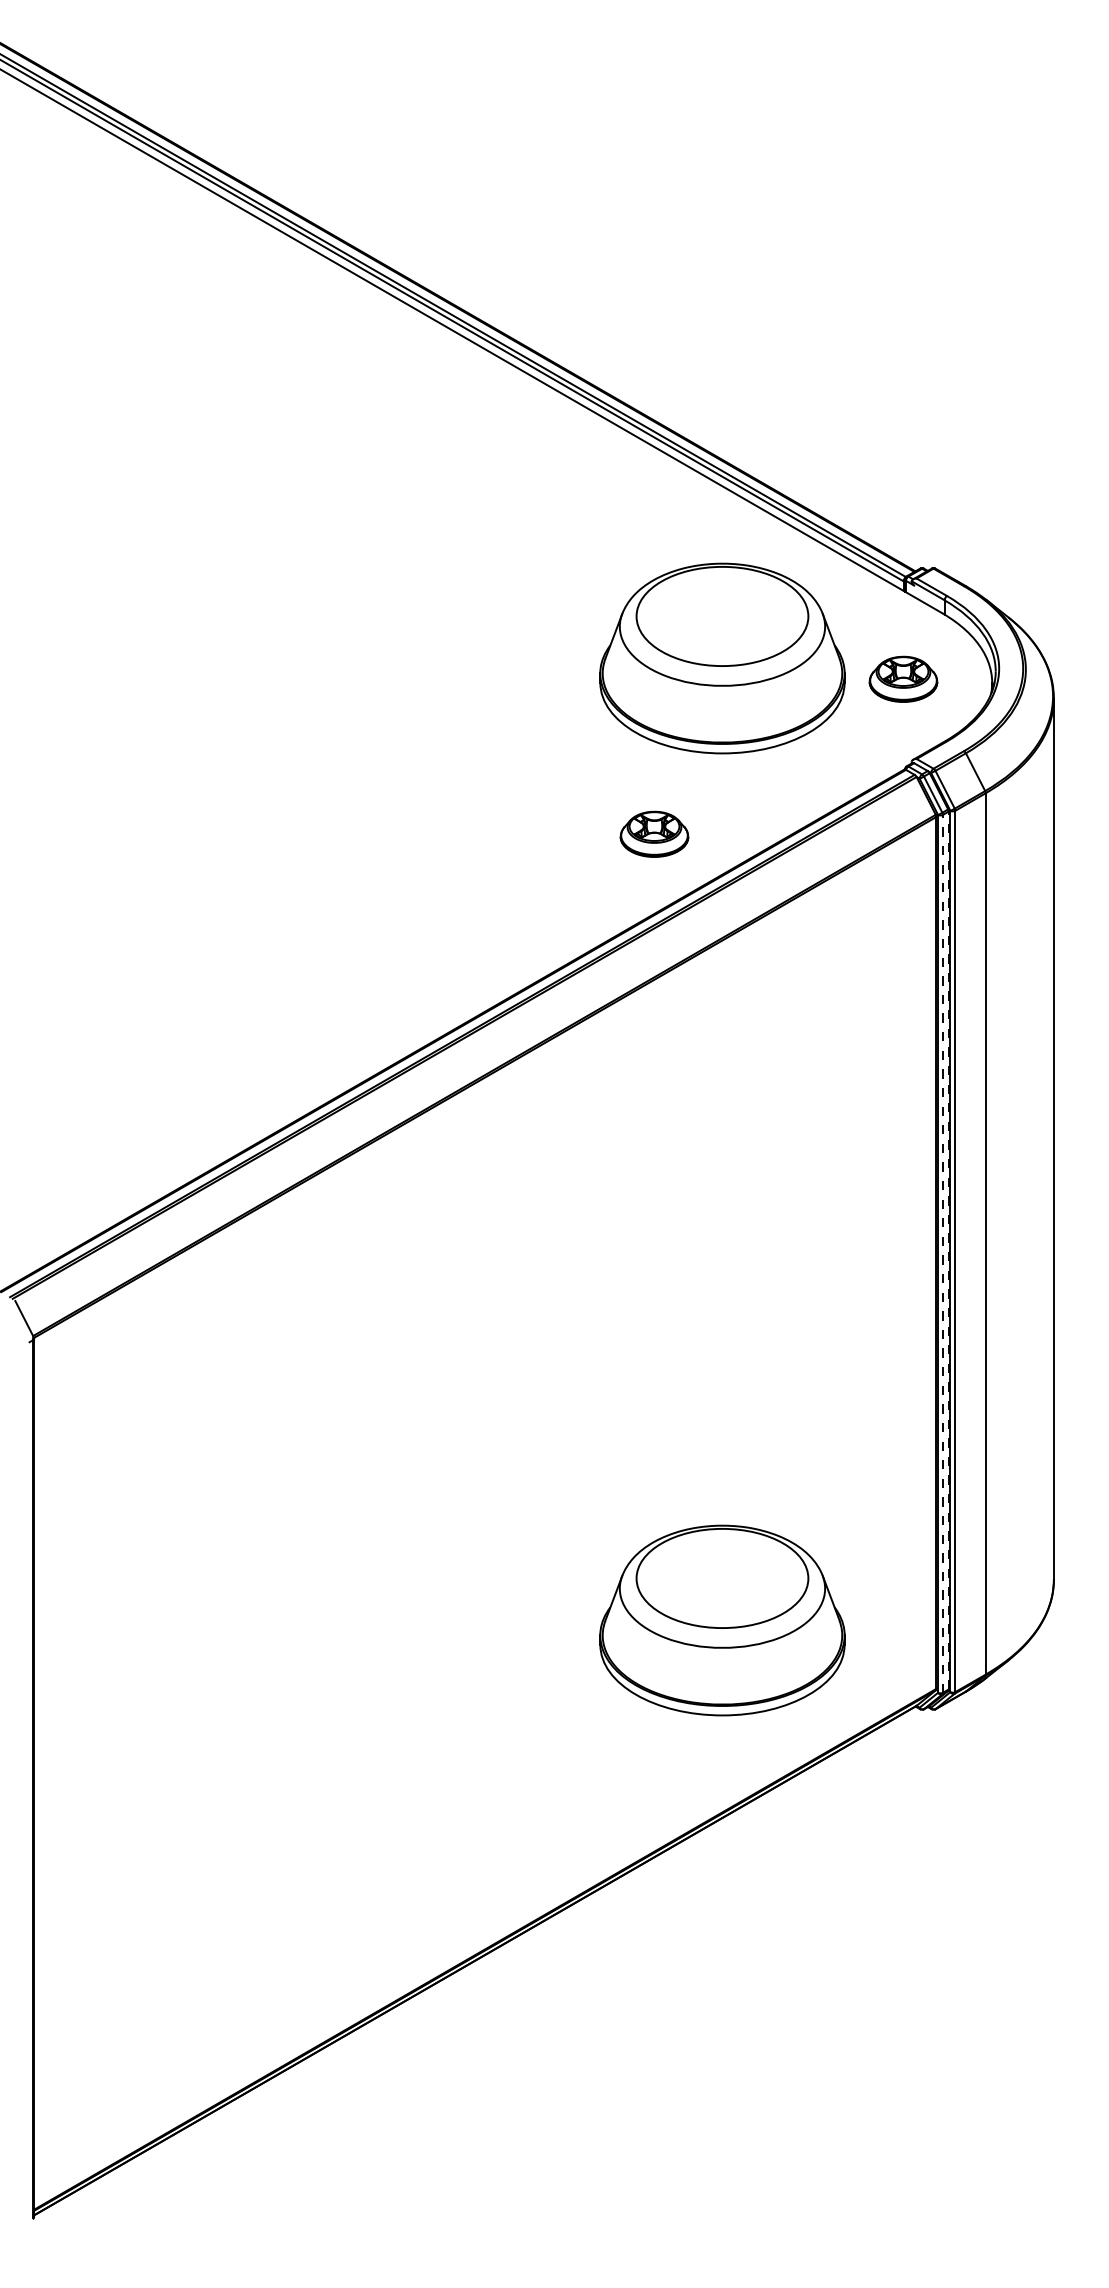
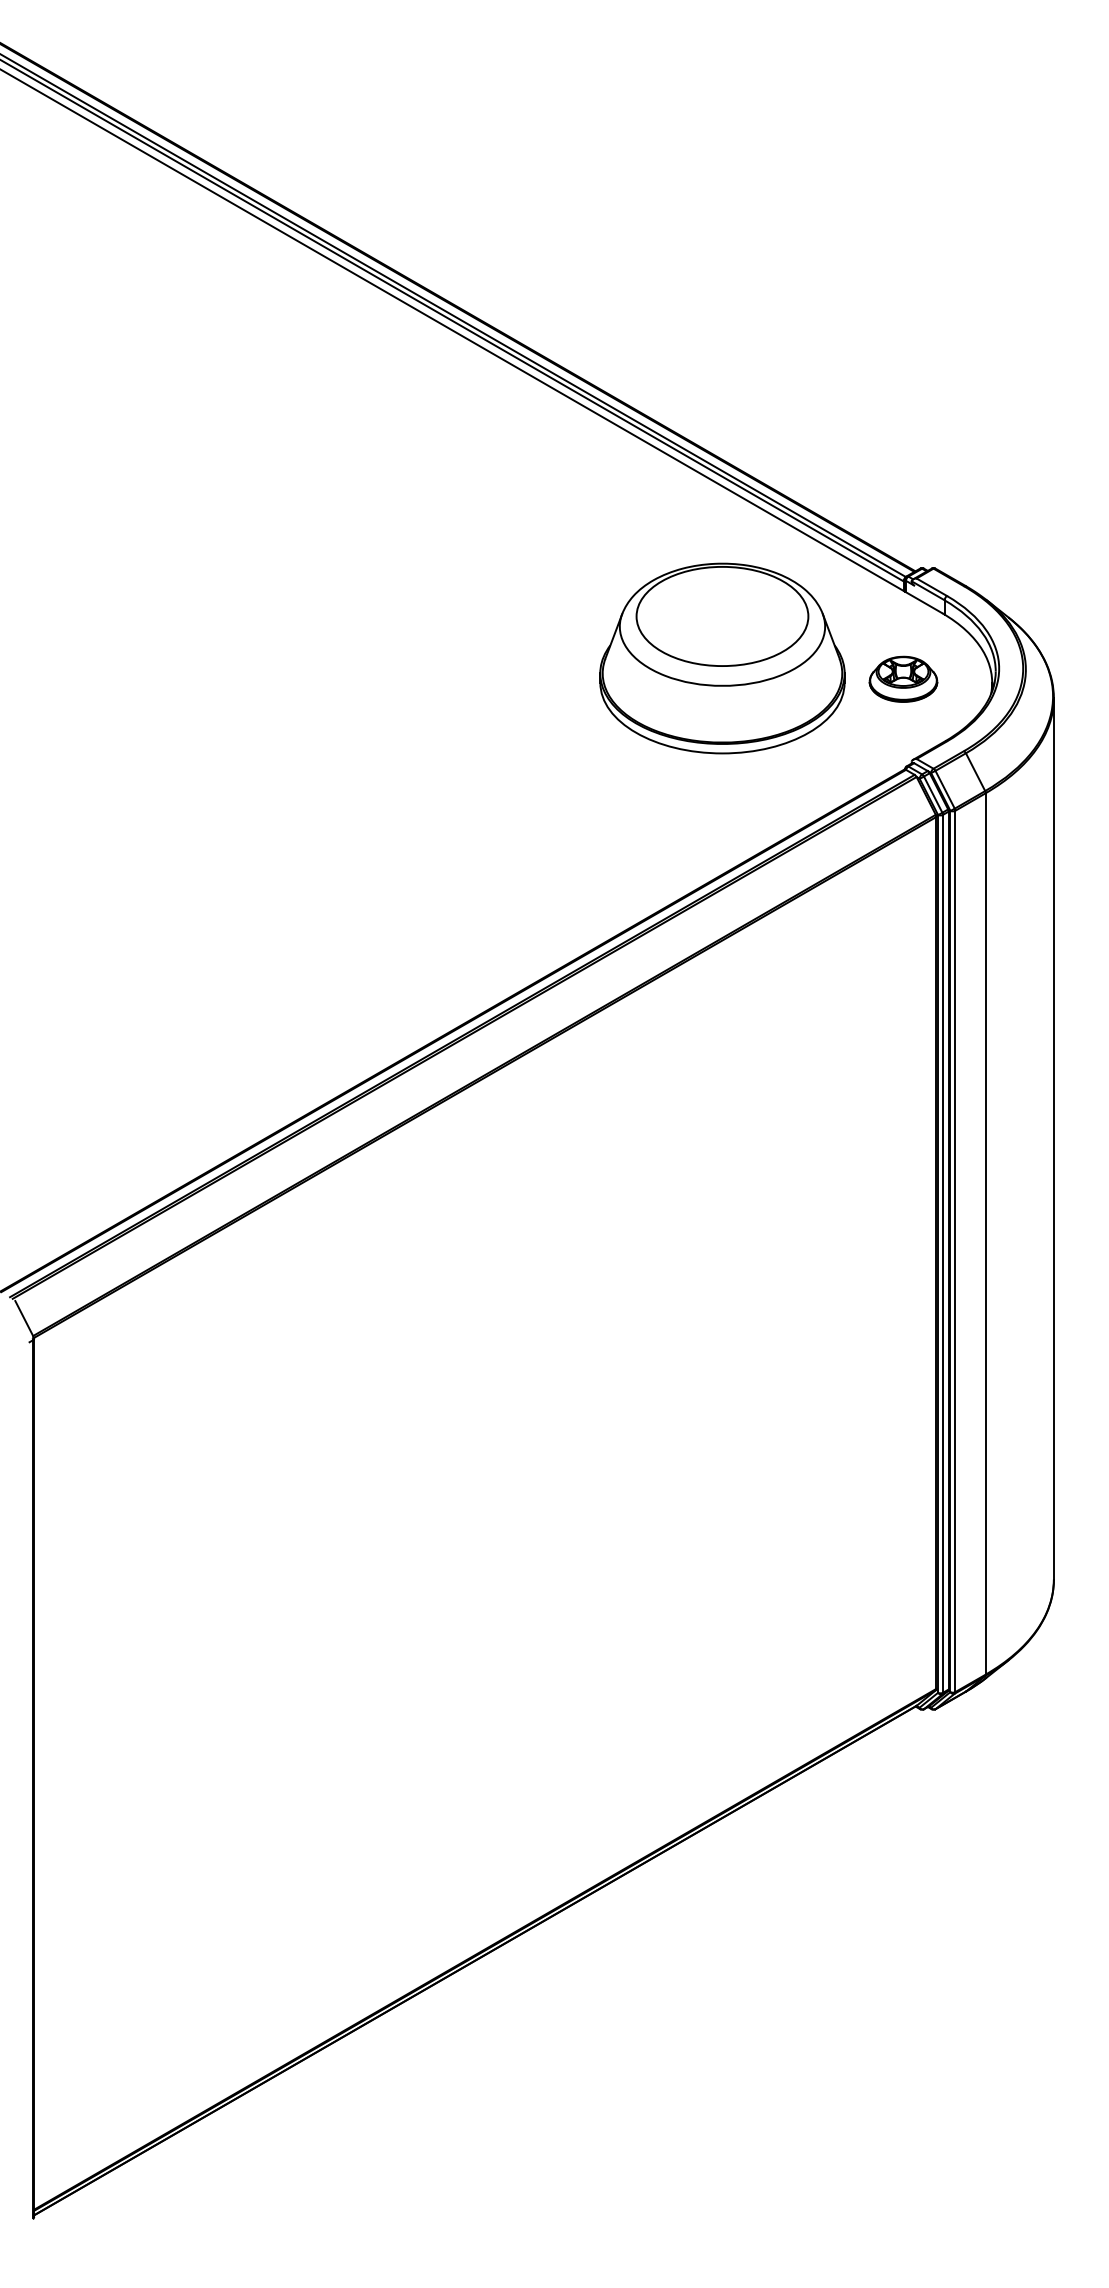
part at (654, 833): present -> none
line at (948, 1250): dashed -> solid
line at (942, 1253): dashed -> solid
part at (722, 1620): present -> none
